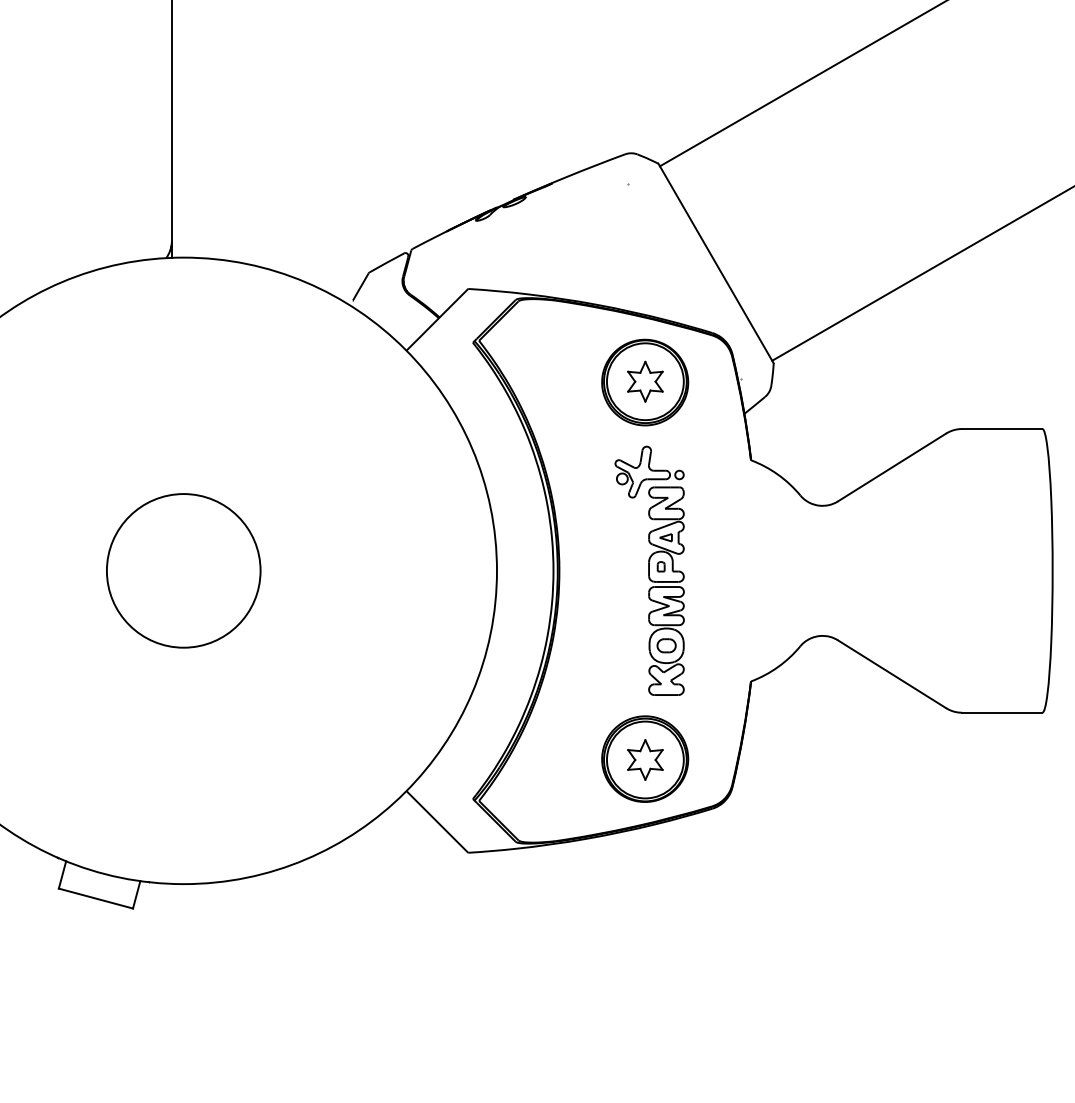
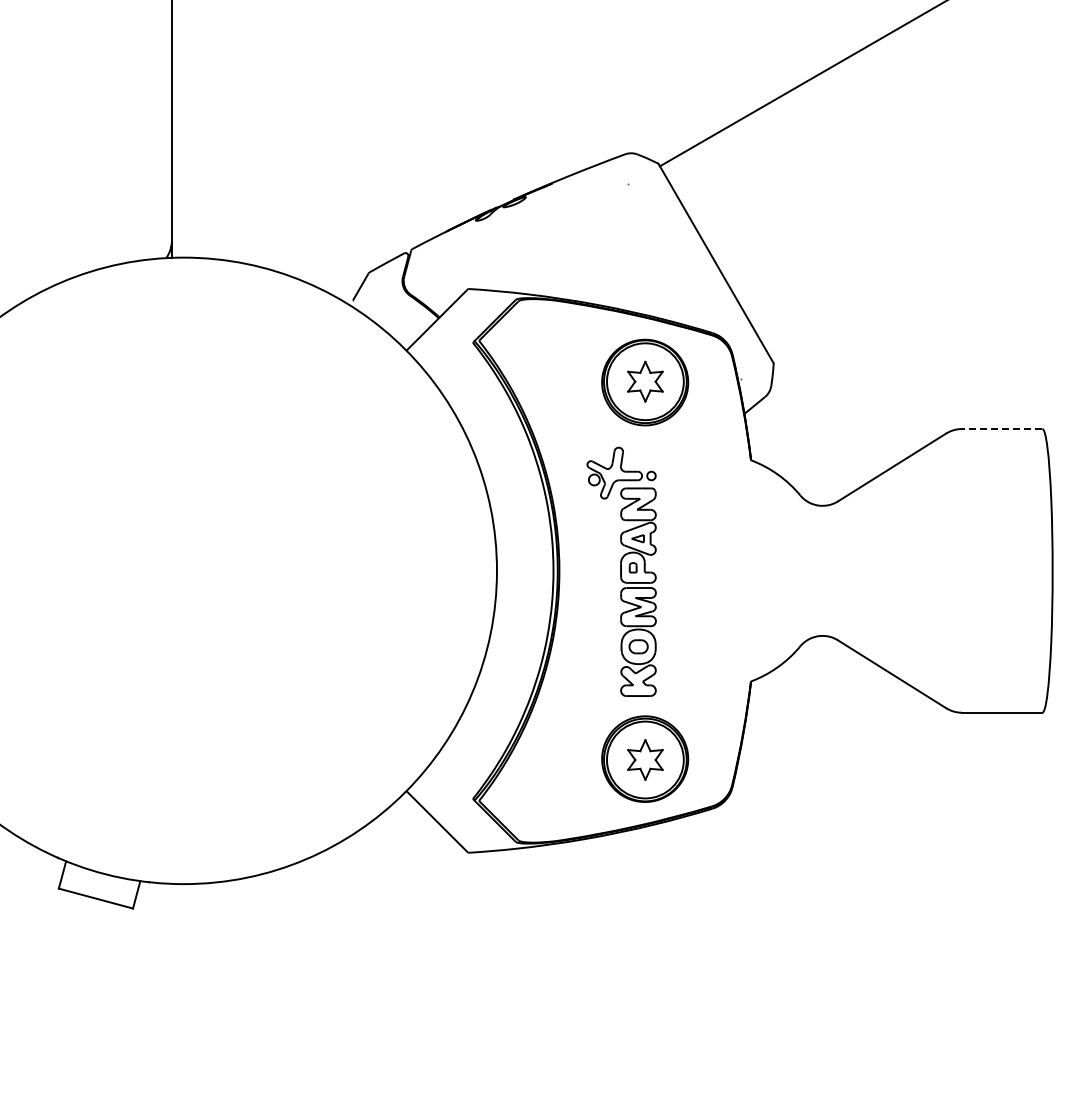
line at (921, 274): present -> none
line at (1001, 429): solid -> dashed
circle at (183, 570): present -> none
part at (649, 570) position: (649, 570) -> (621, 571)
